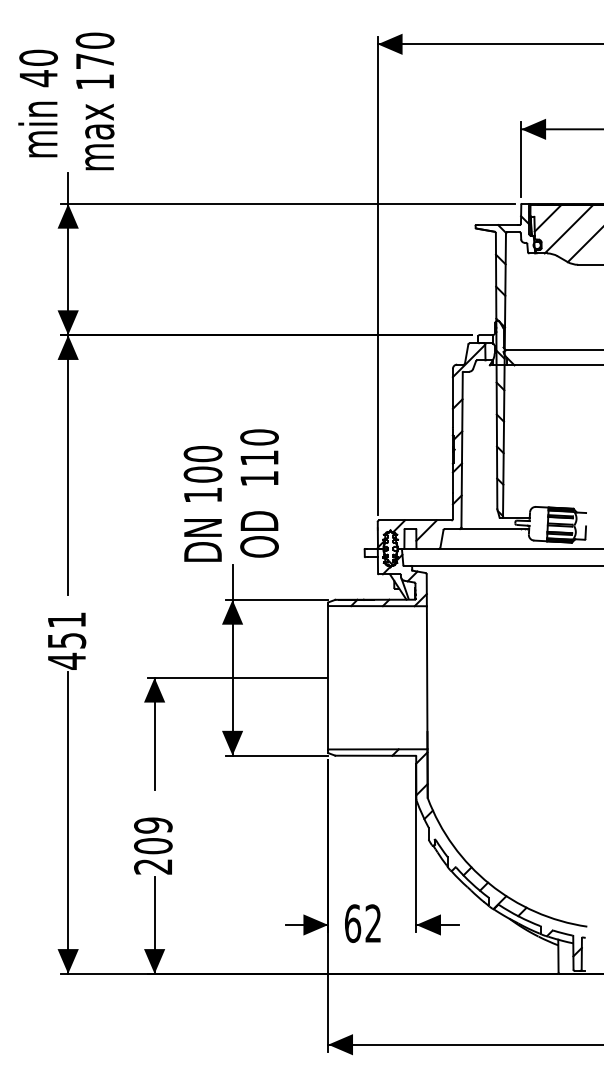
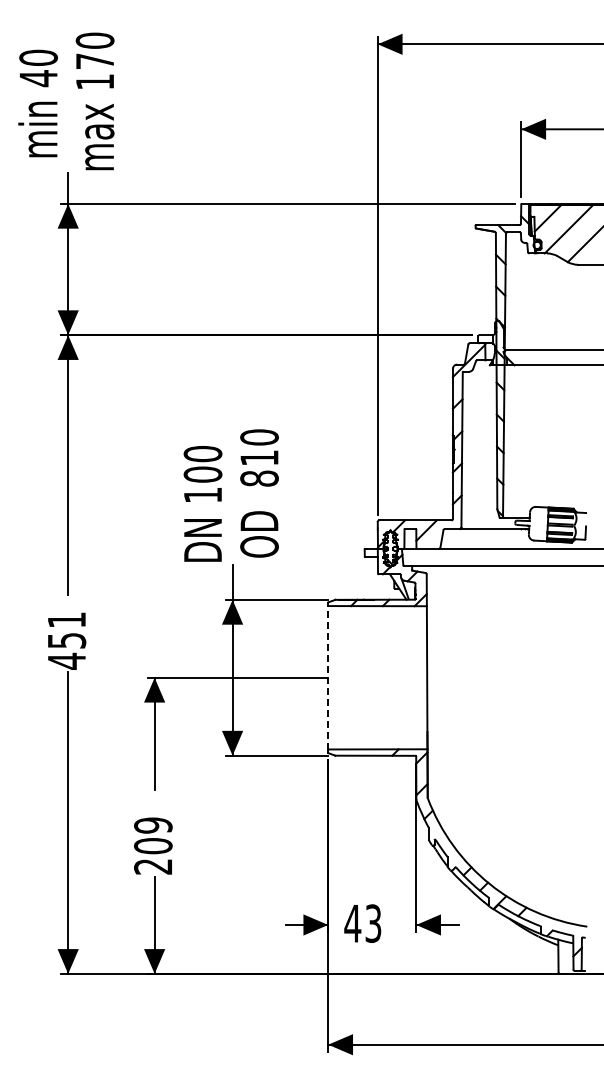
text at (259, 478): 110 -> 810
line at (328, 677): solid -> dashed
text at (362, 923): 62 -> 43
